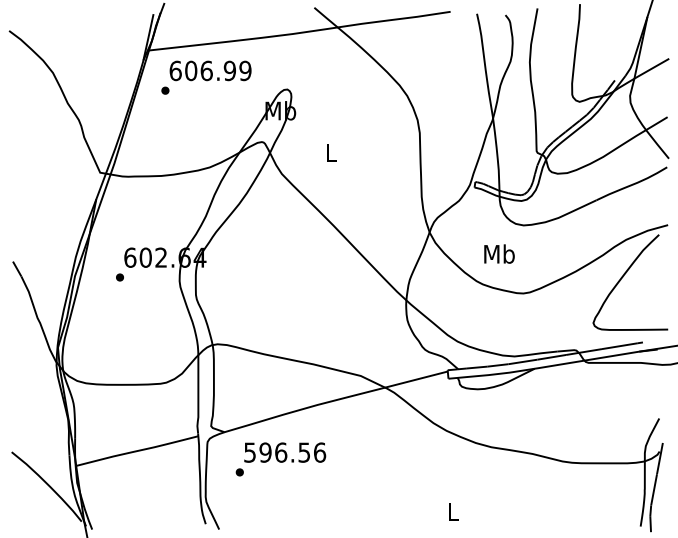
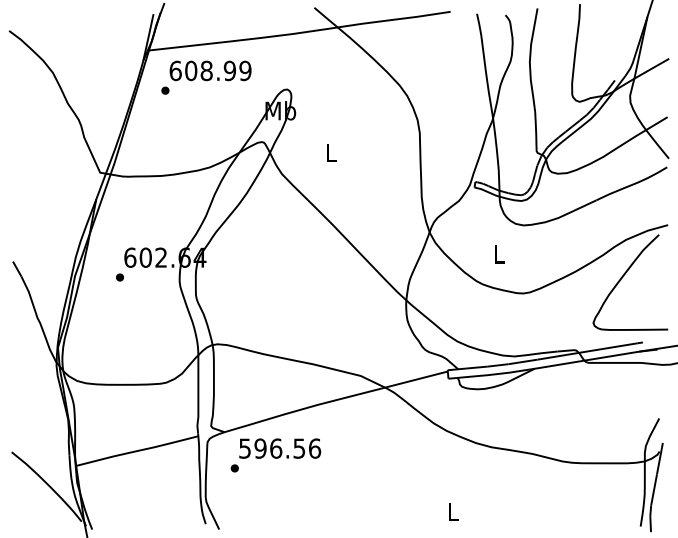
text at (206, 70): 606.99 -> 608.99
text at (499, 253): Mb -> L
text at (280, 459) position: (280, 459) -> (275, 455)
